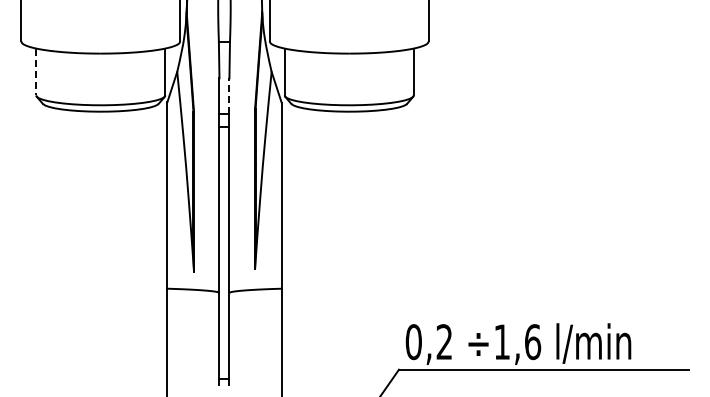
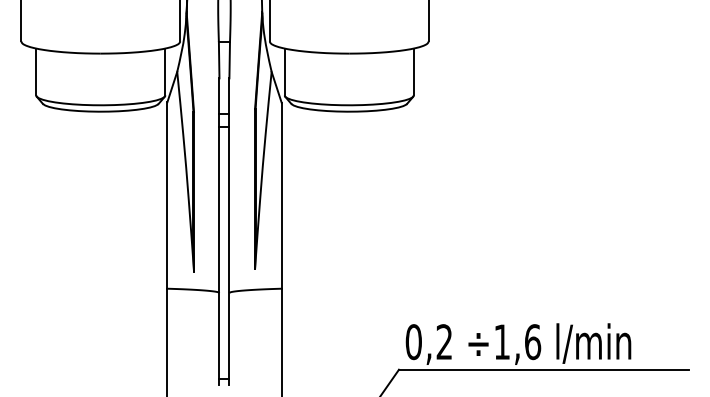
line at (36, 72): dashed -> solid
line at (229, 95): dashed -> solid
